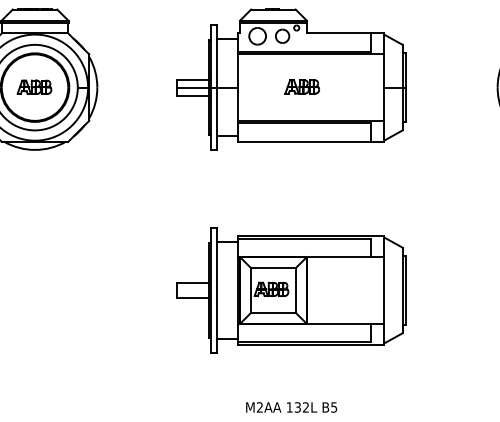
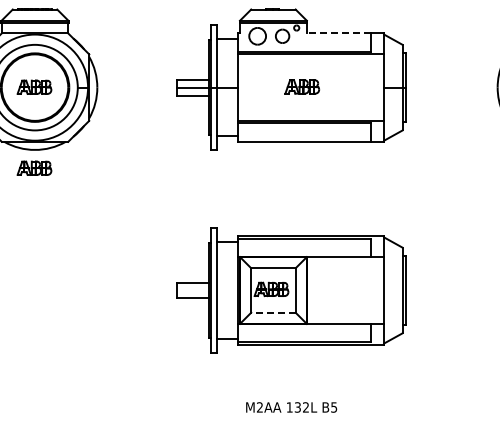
line at (338, 33): solid -> dashed
part at (34, 167): none -> present
line at (272, 312): solid -> dashed
